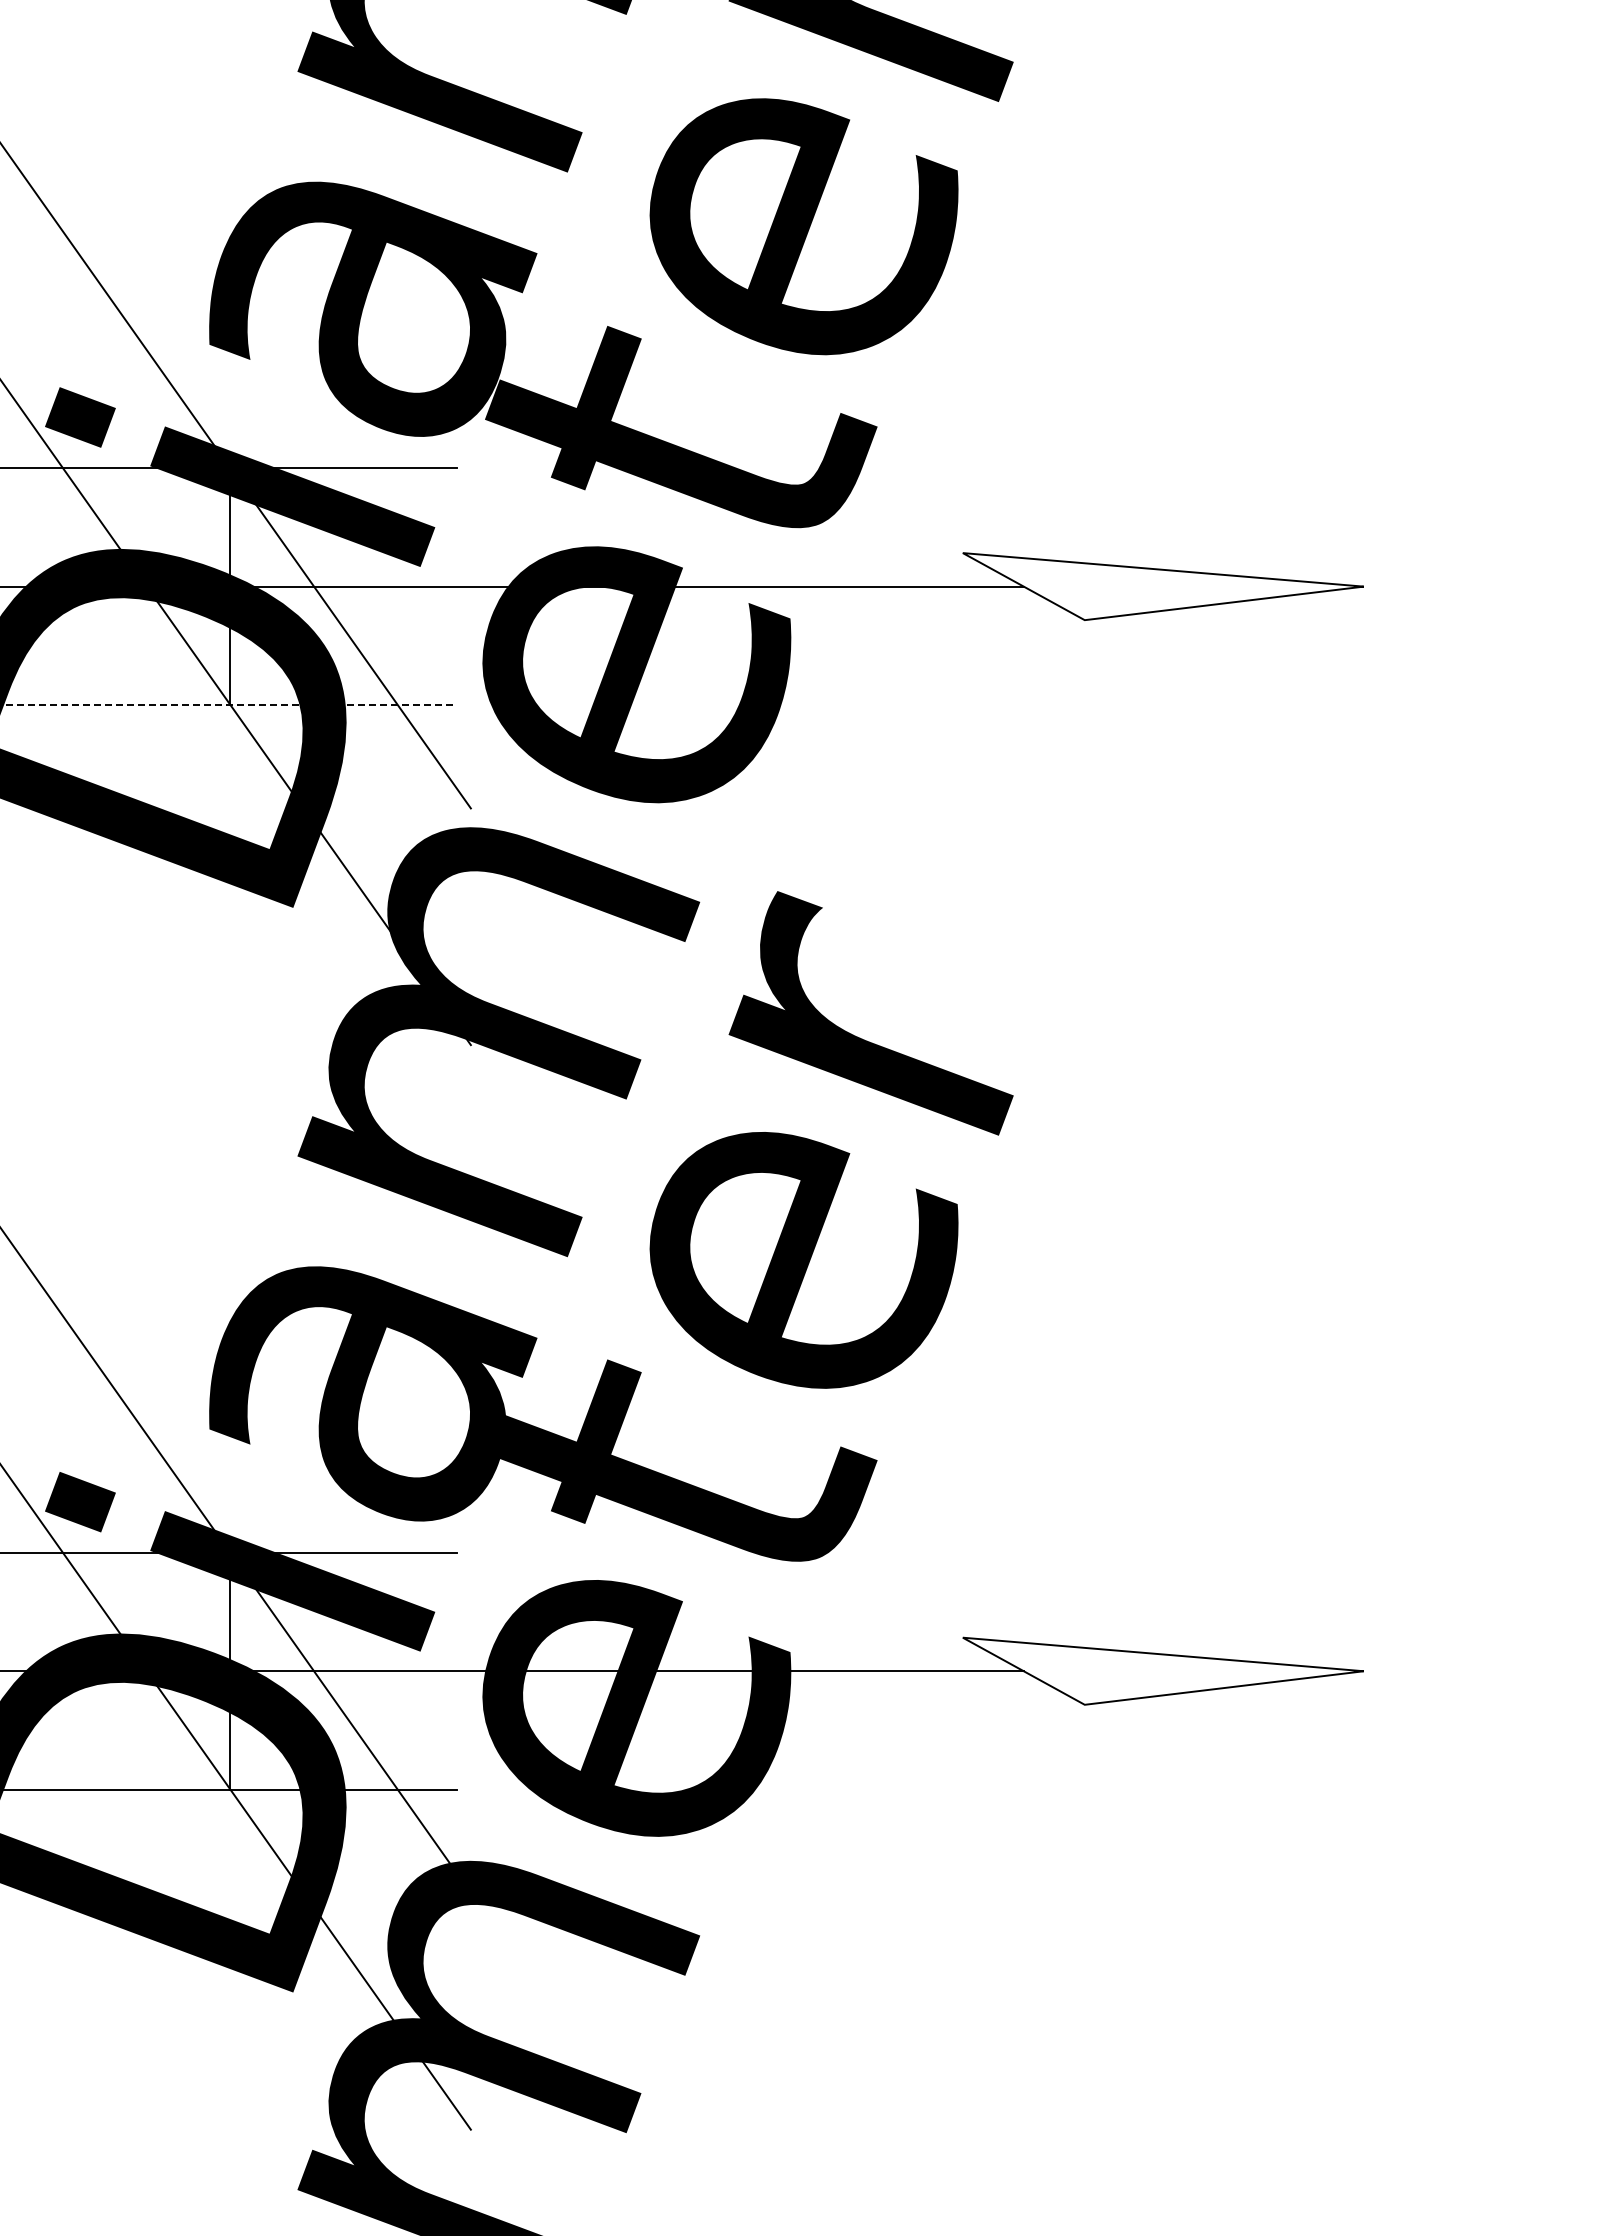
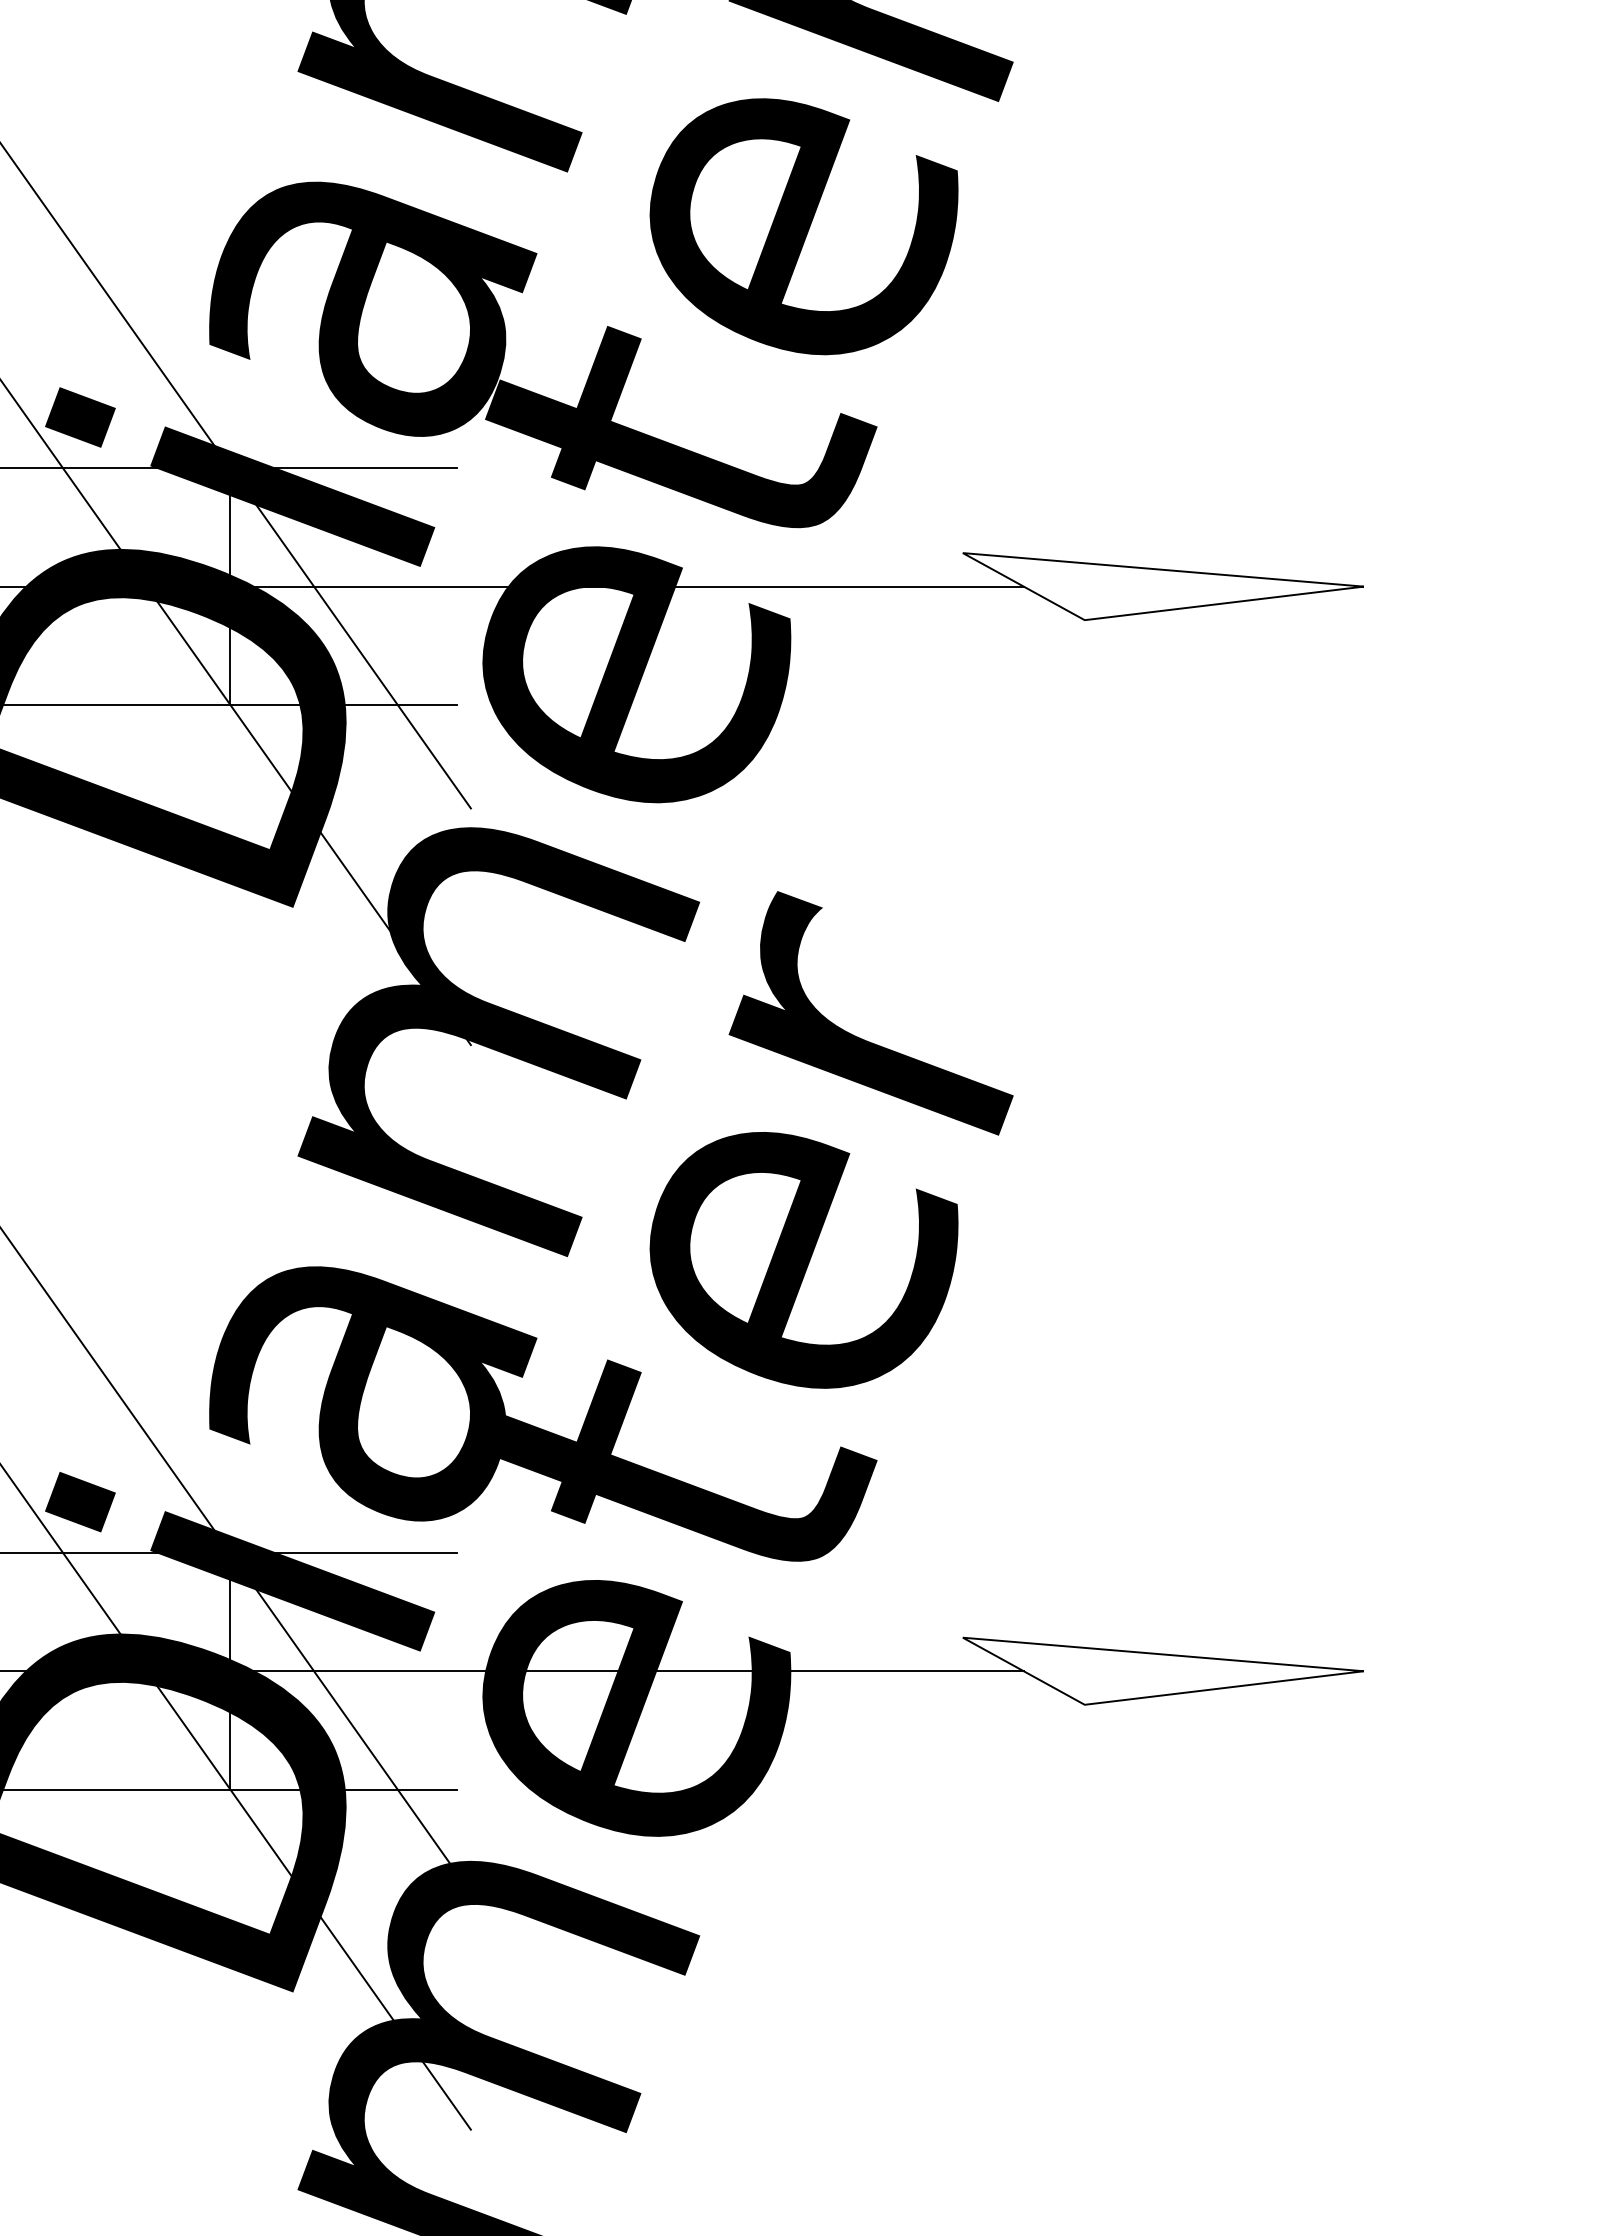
line at (229, 704): dashed -> solid
